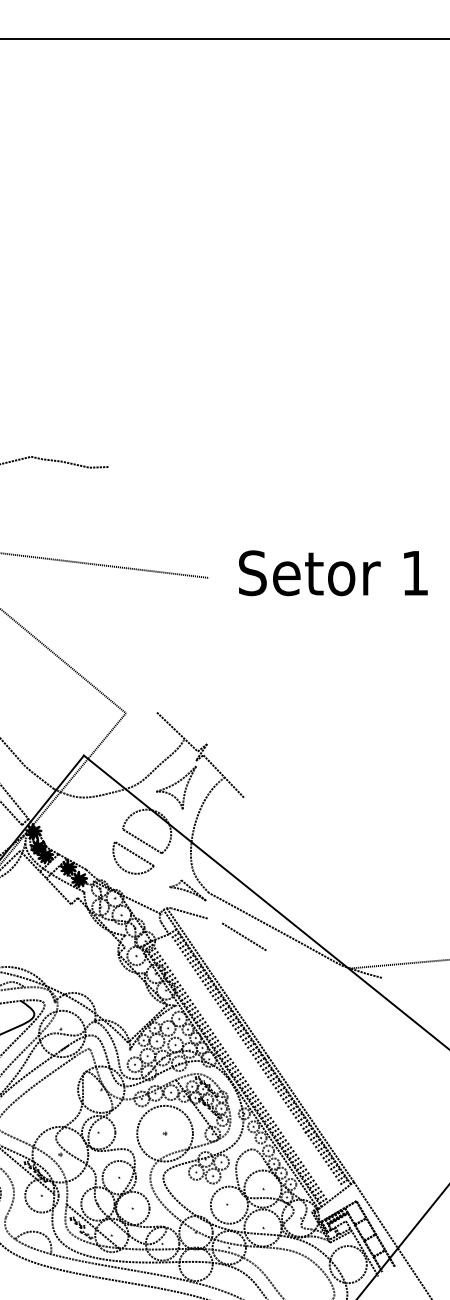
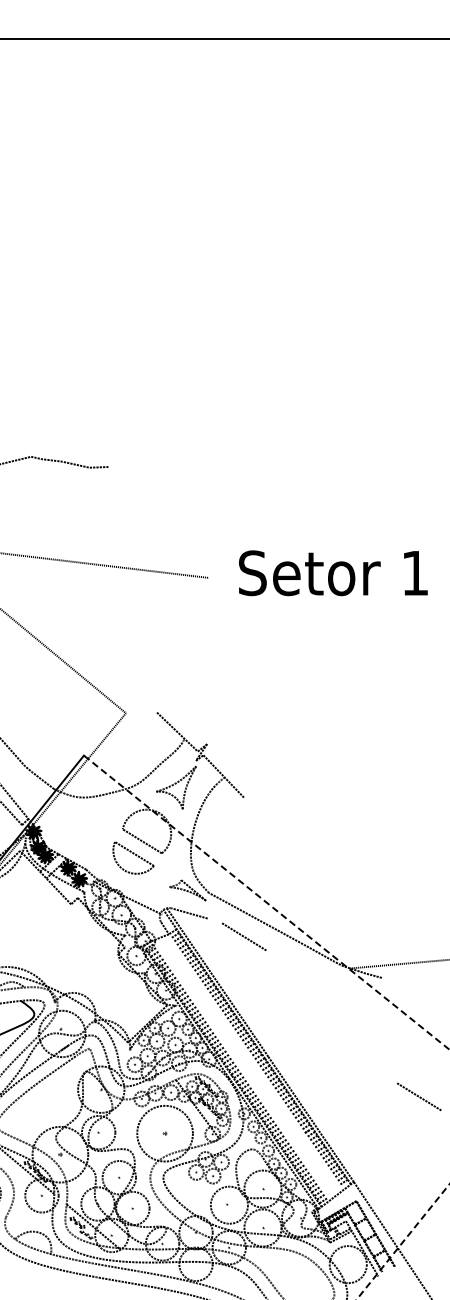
line at (266, 902): solid -> dashed
line at (418, 1096): none -> present
line at (403, 1242): solid -> dashed
